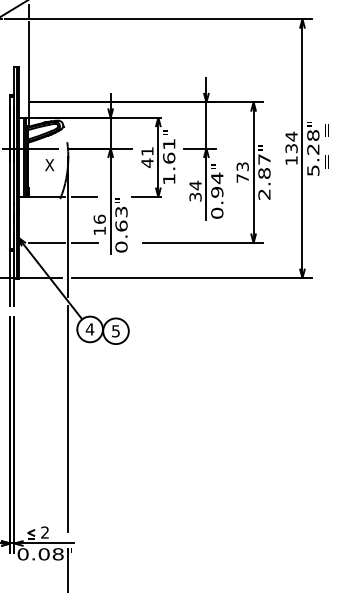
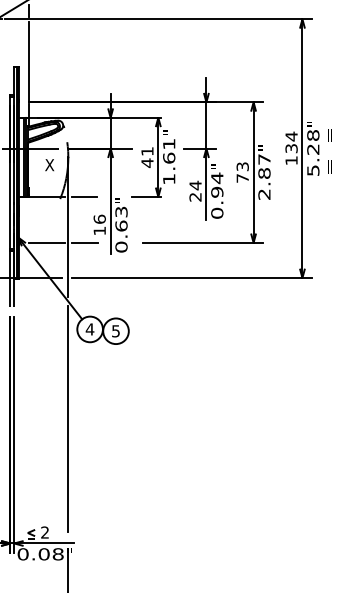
text at (326, 146) position: (326, 146) -> (329, 151)
text at (195, 196): 34 -> 24
